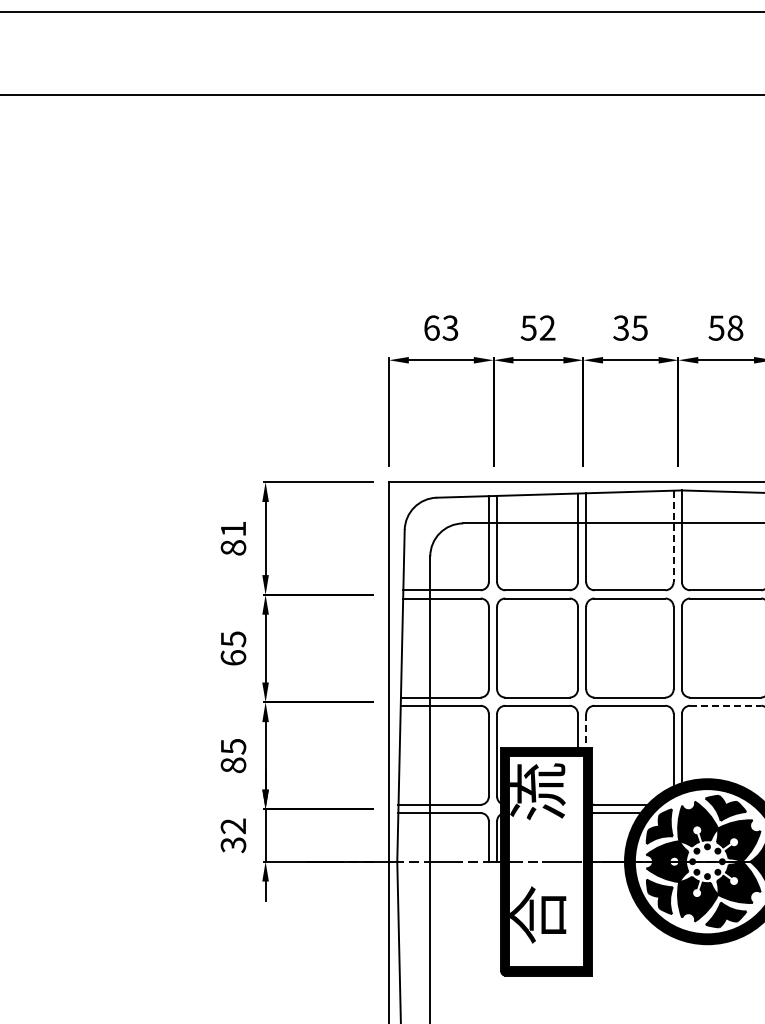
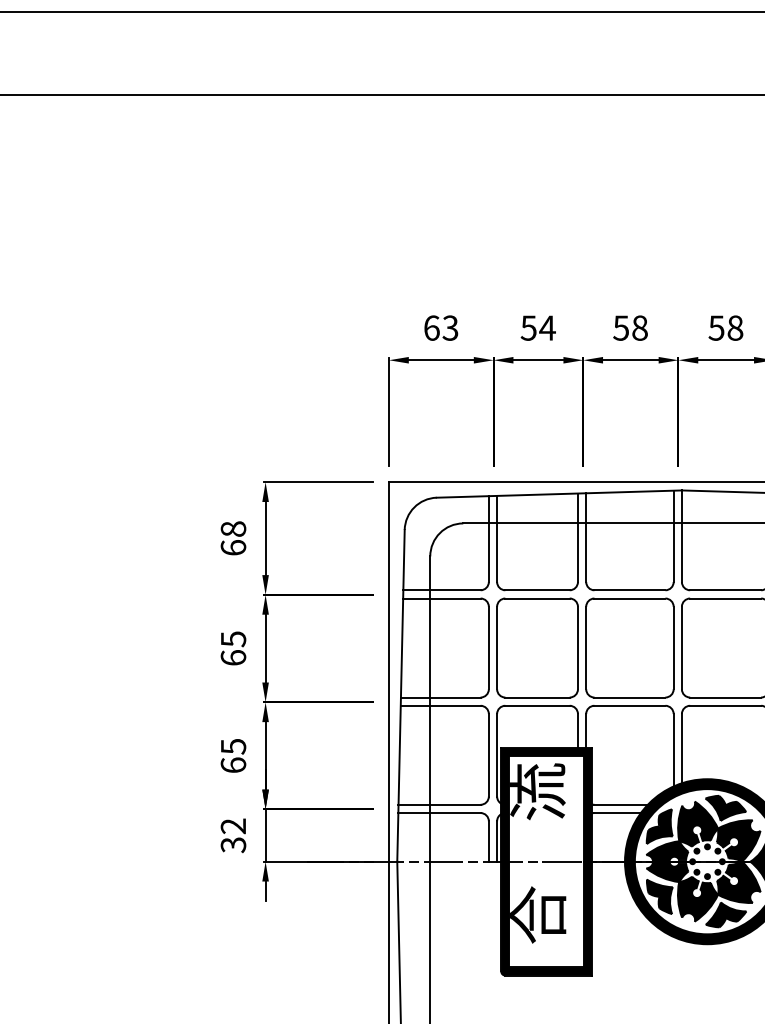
text at (547, 327): 52 -> 54
text at (630, 327): 35 -> 58
line at (673, 536): dashed -> solid
text at (233, 538): 81 -> 68
line at (726, 705): dashed -> solid
line at (586, 730): dashed -> solid
text at (233, 765): 85 -> 65
